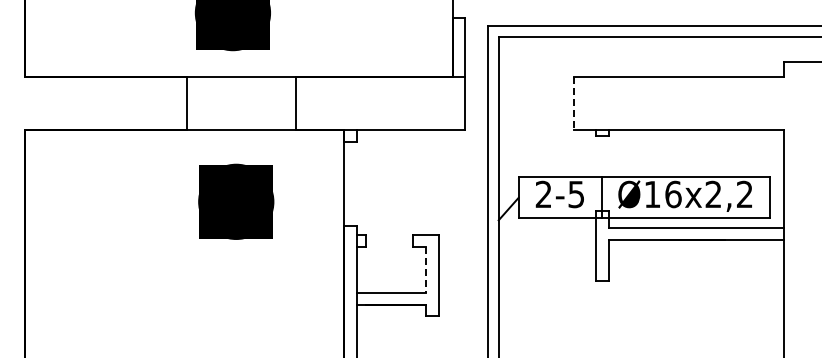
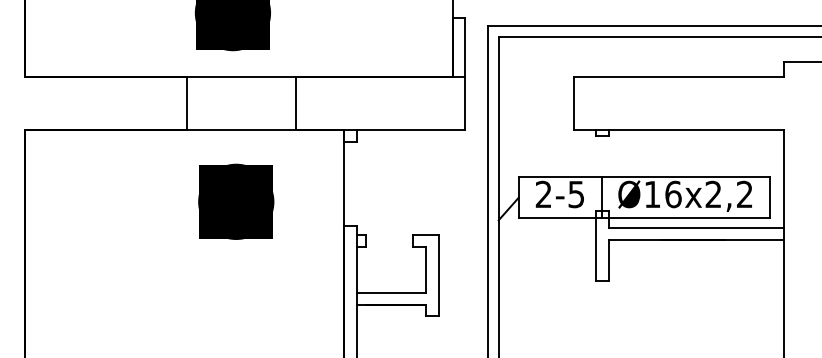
line at (574, 103): dashed -> solid
line at (426, 269): dashed -> solid
